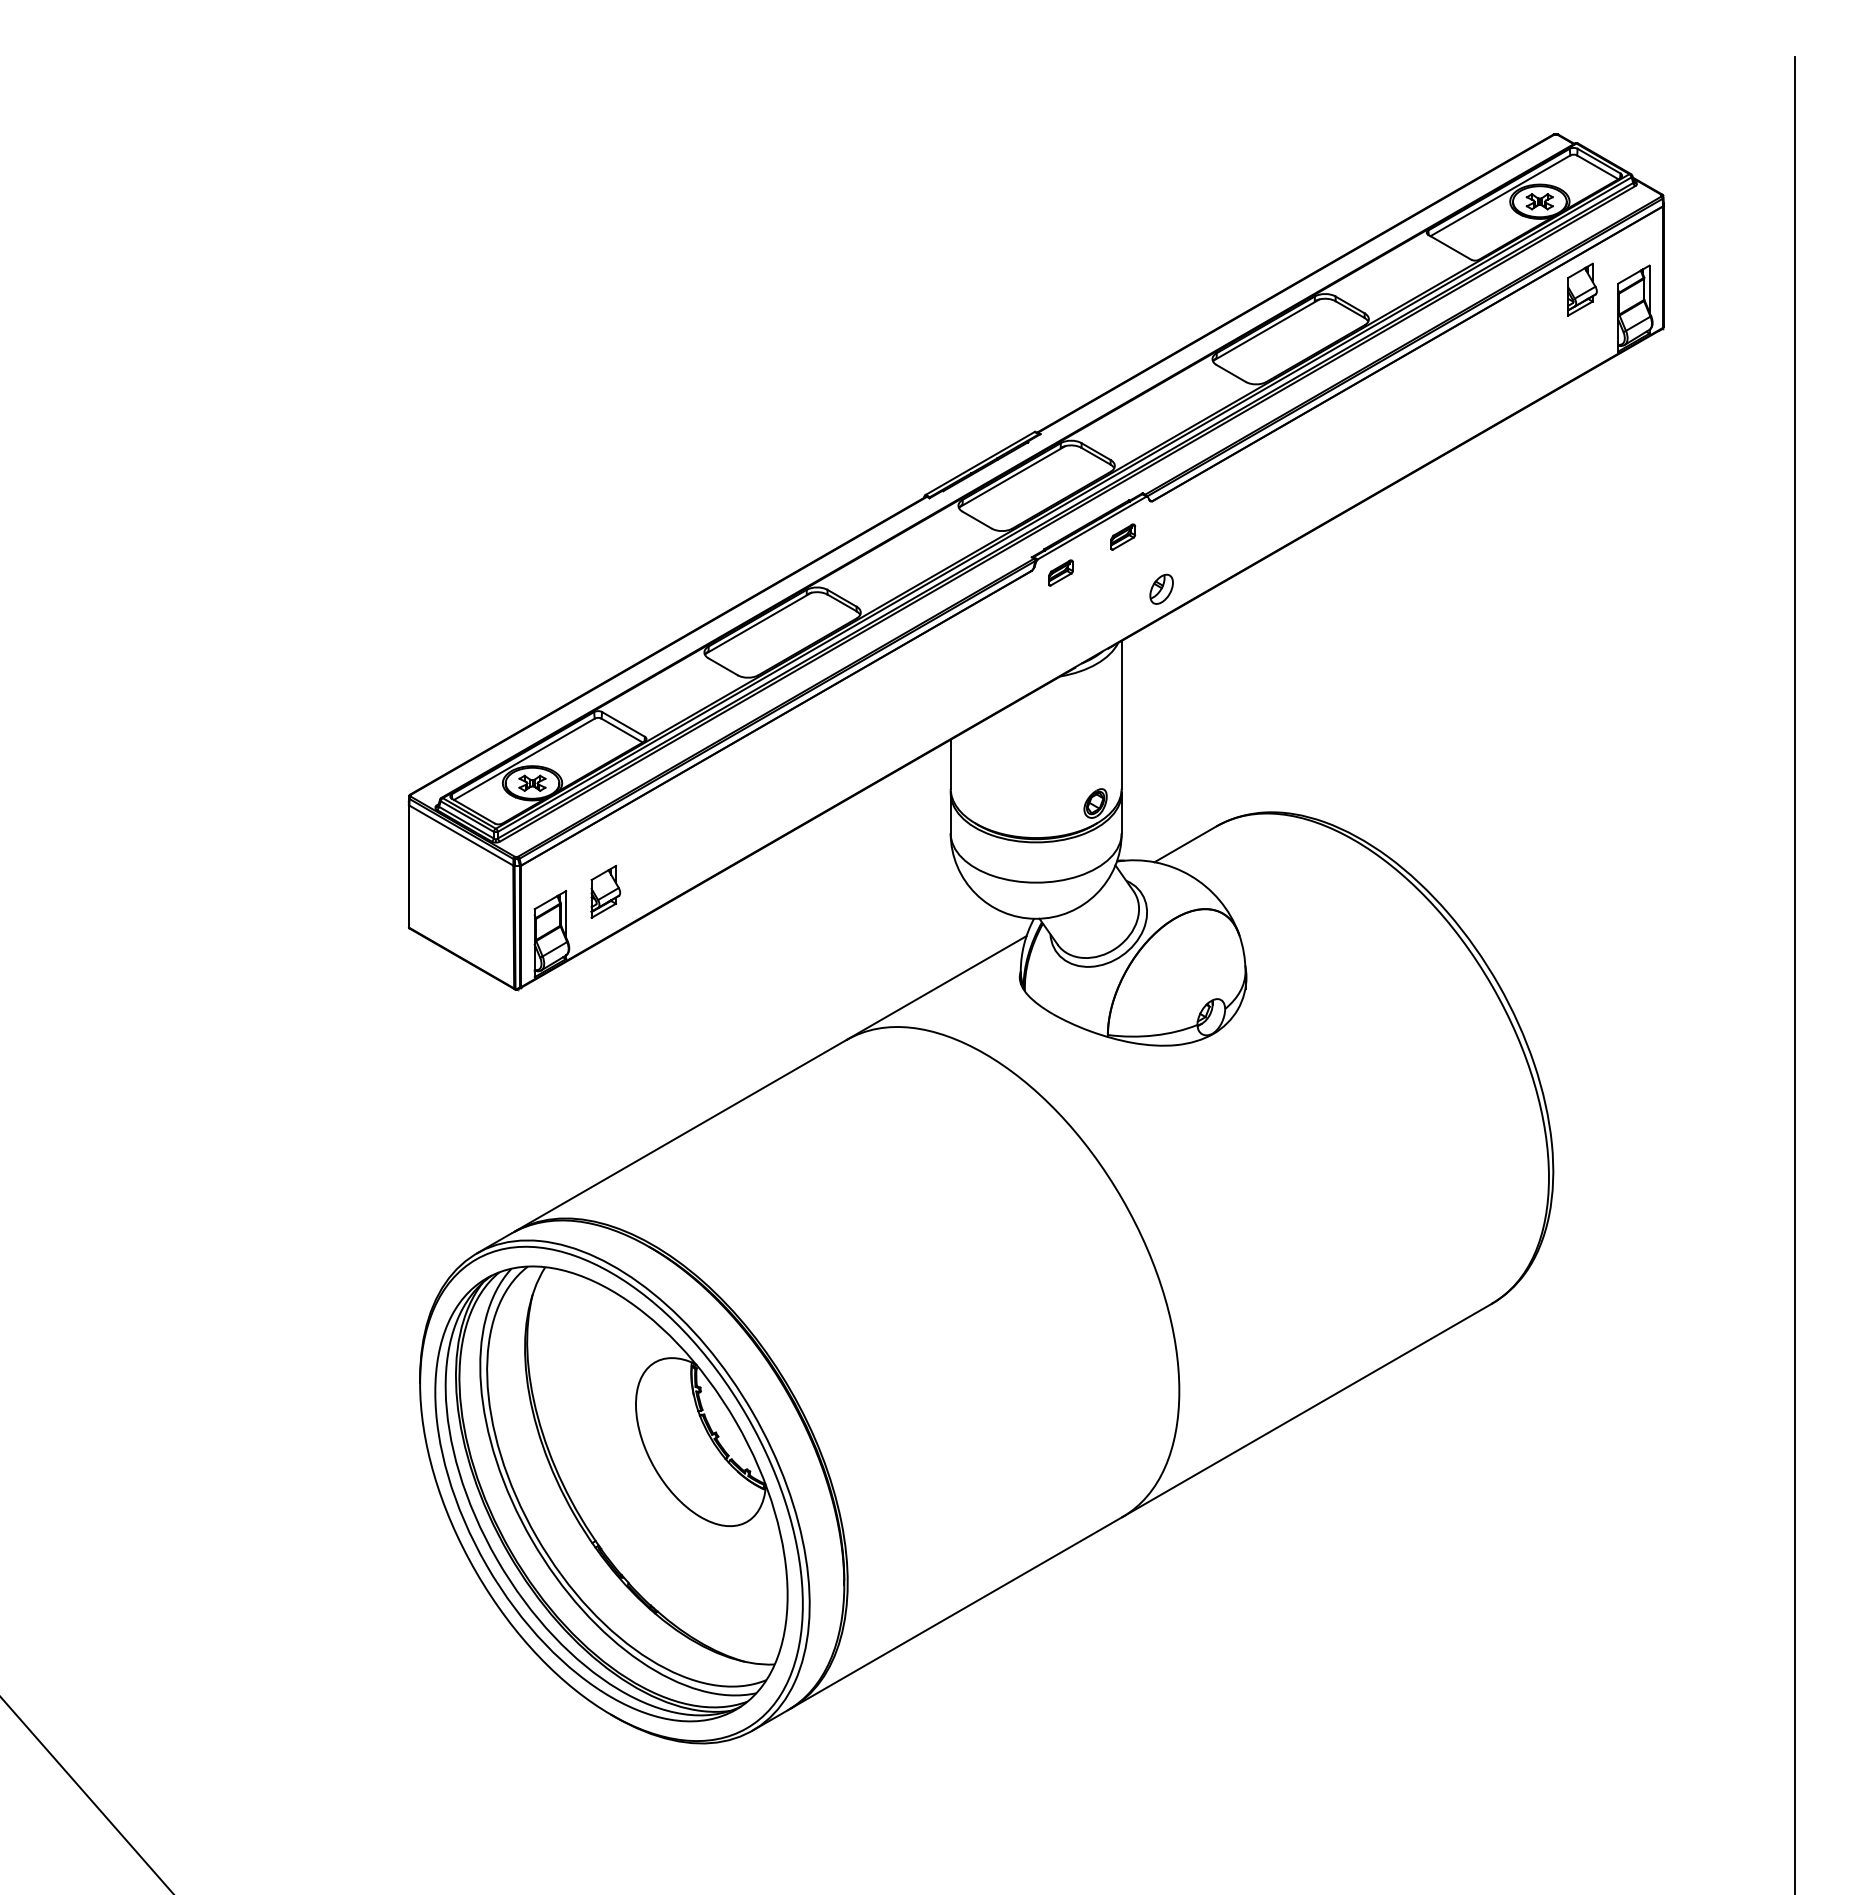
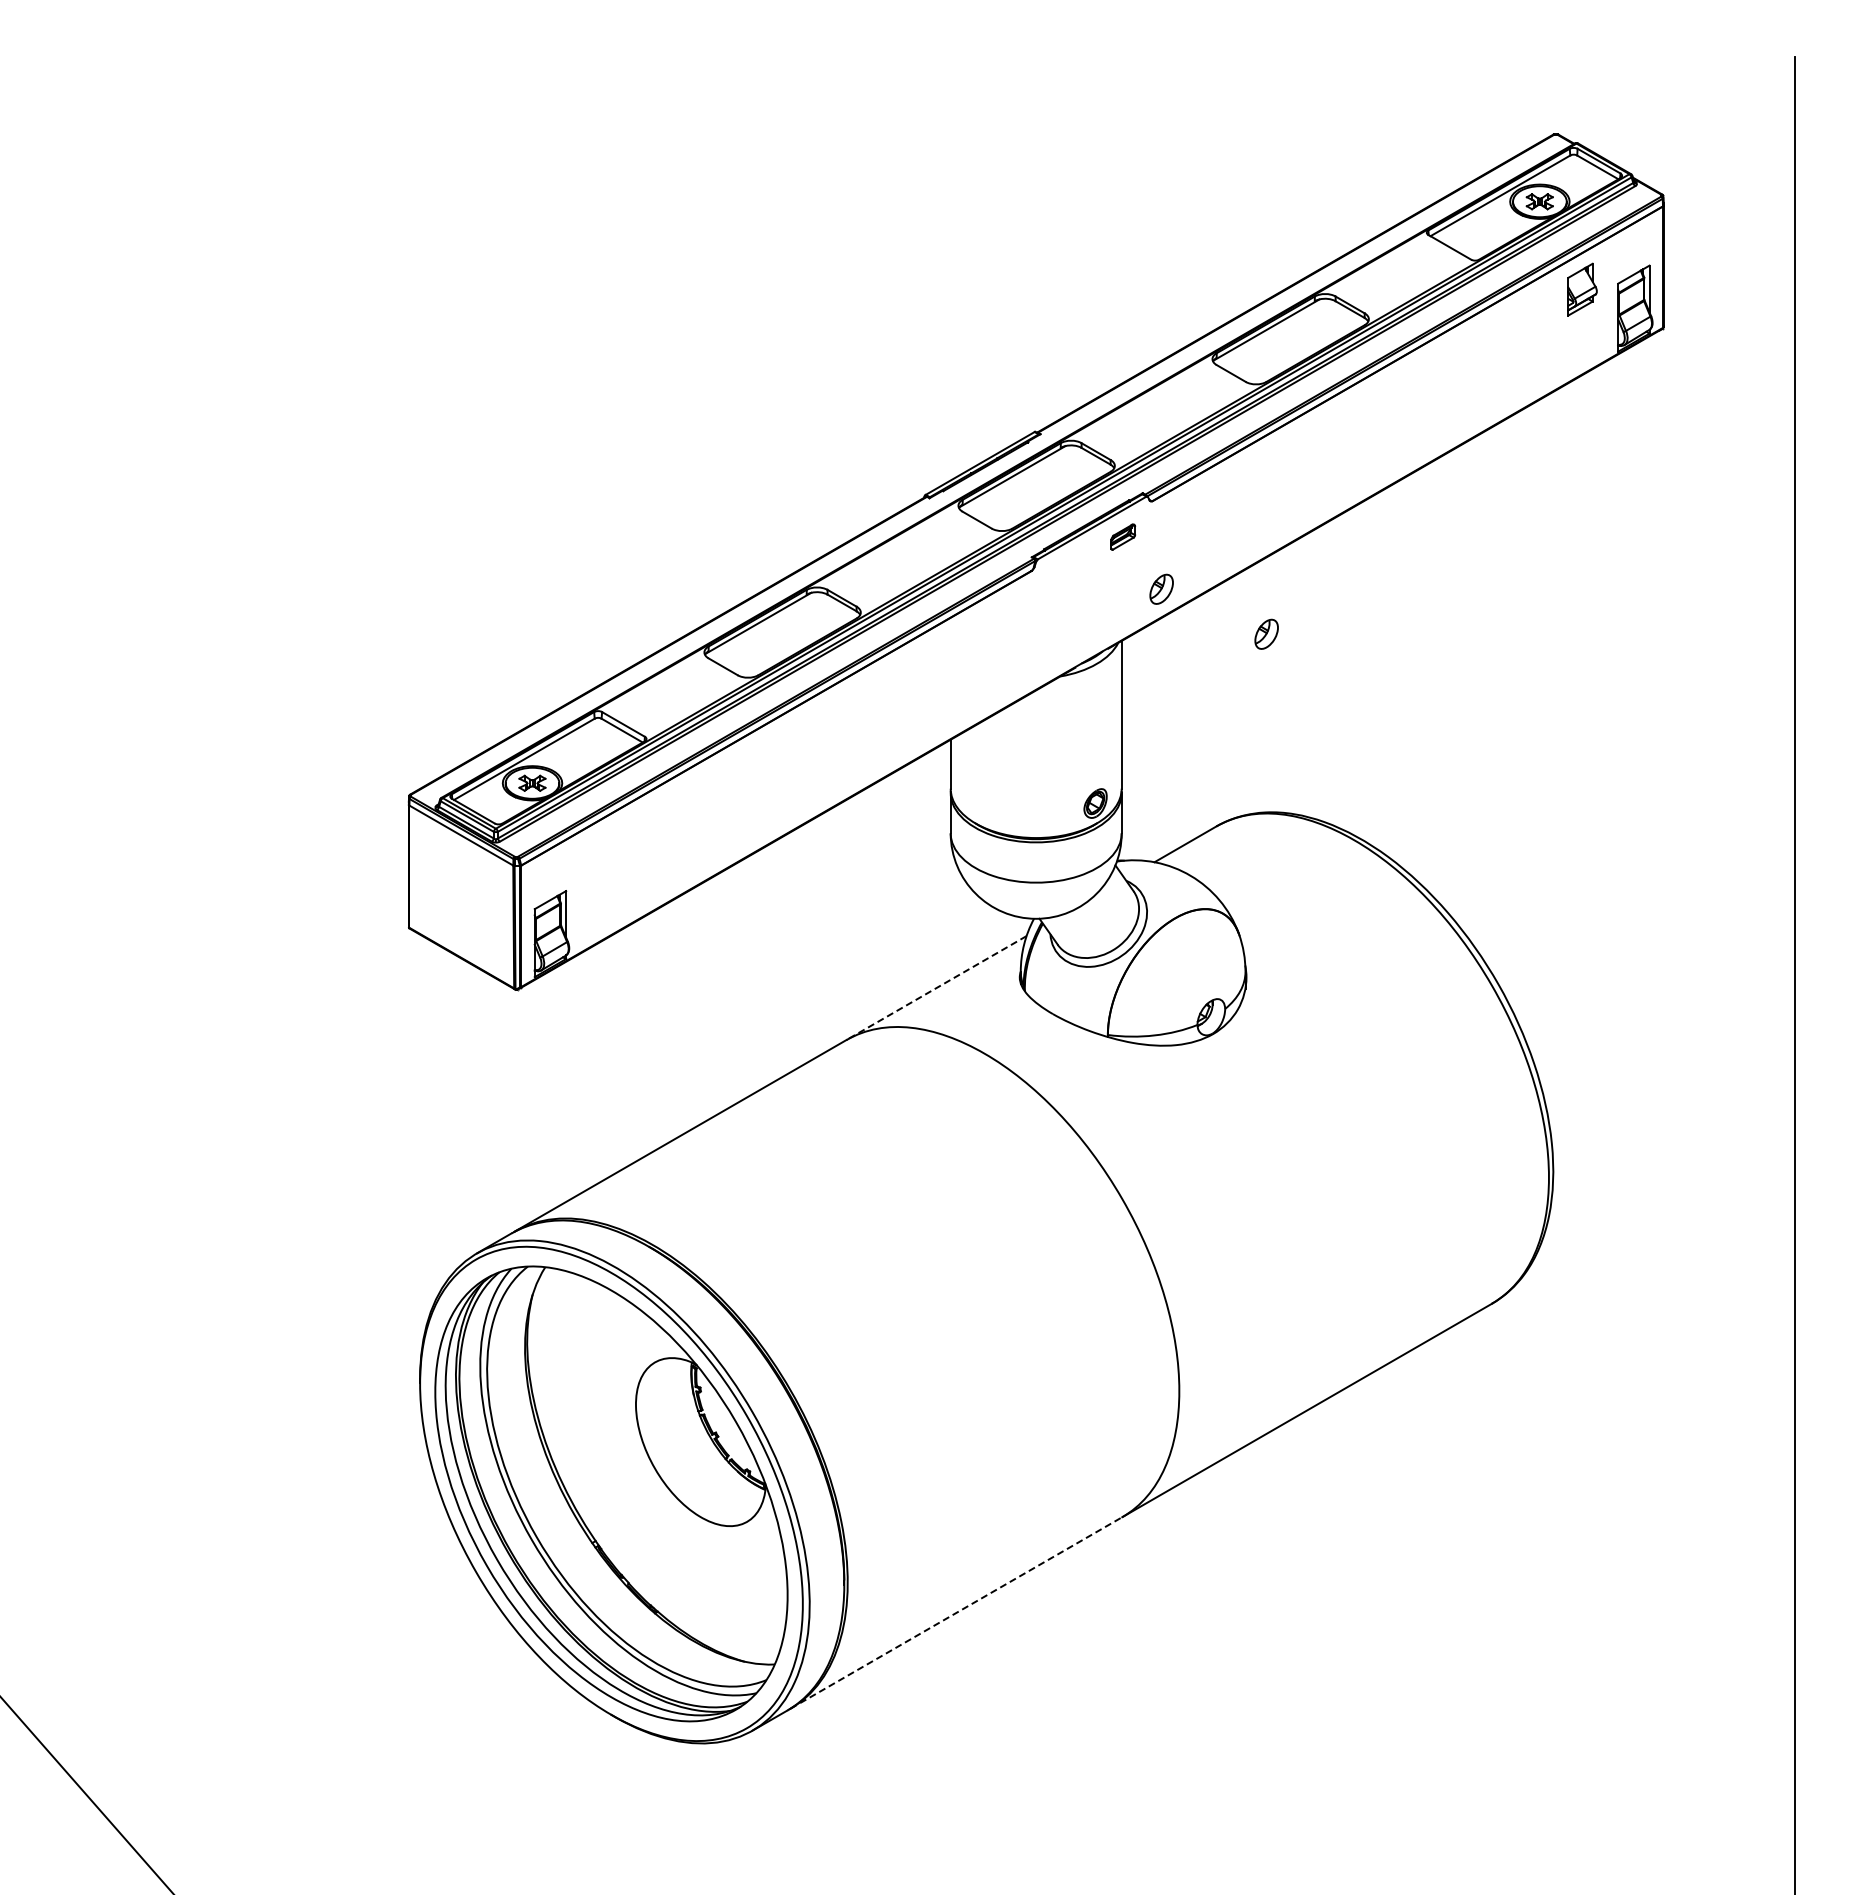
part at (1060, 572): present -> none
part at (1266, 633): none -> present
part at (605, 891): present -> none
line at (936, 988): solid -> dashed
line at (956, 1612): solid -> dashed
